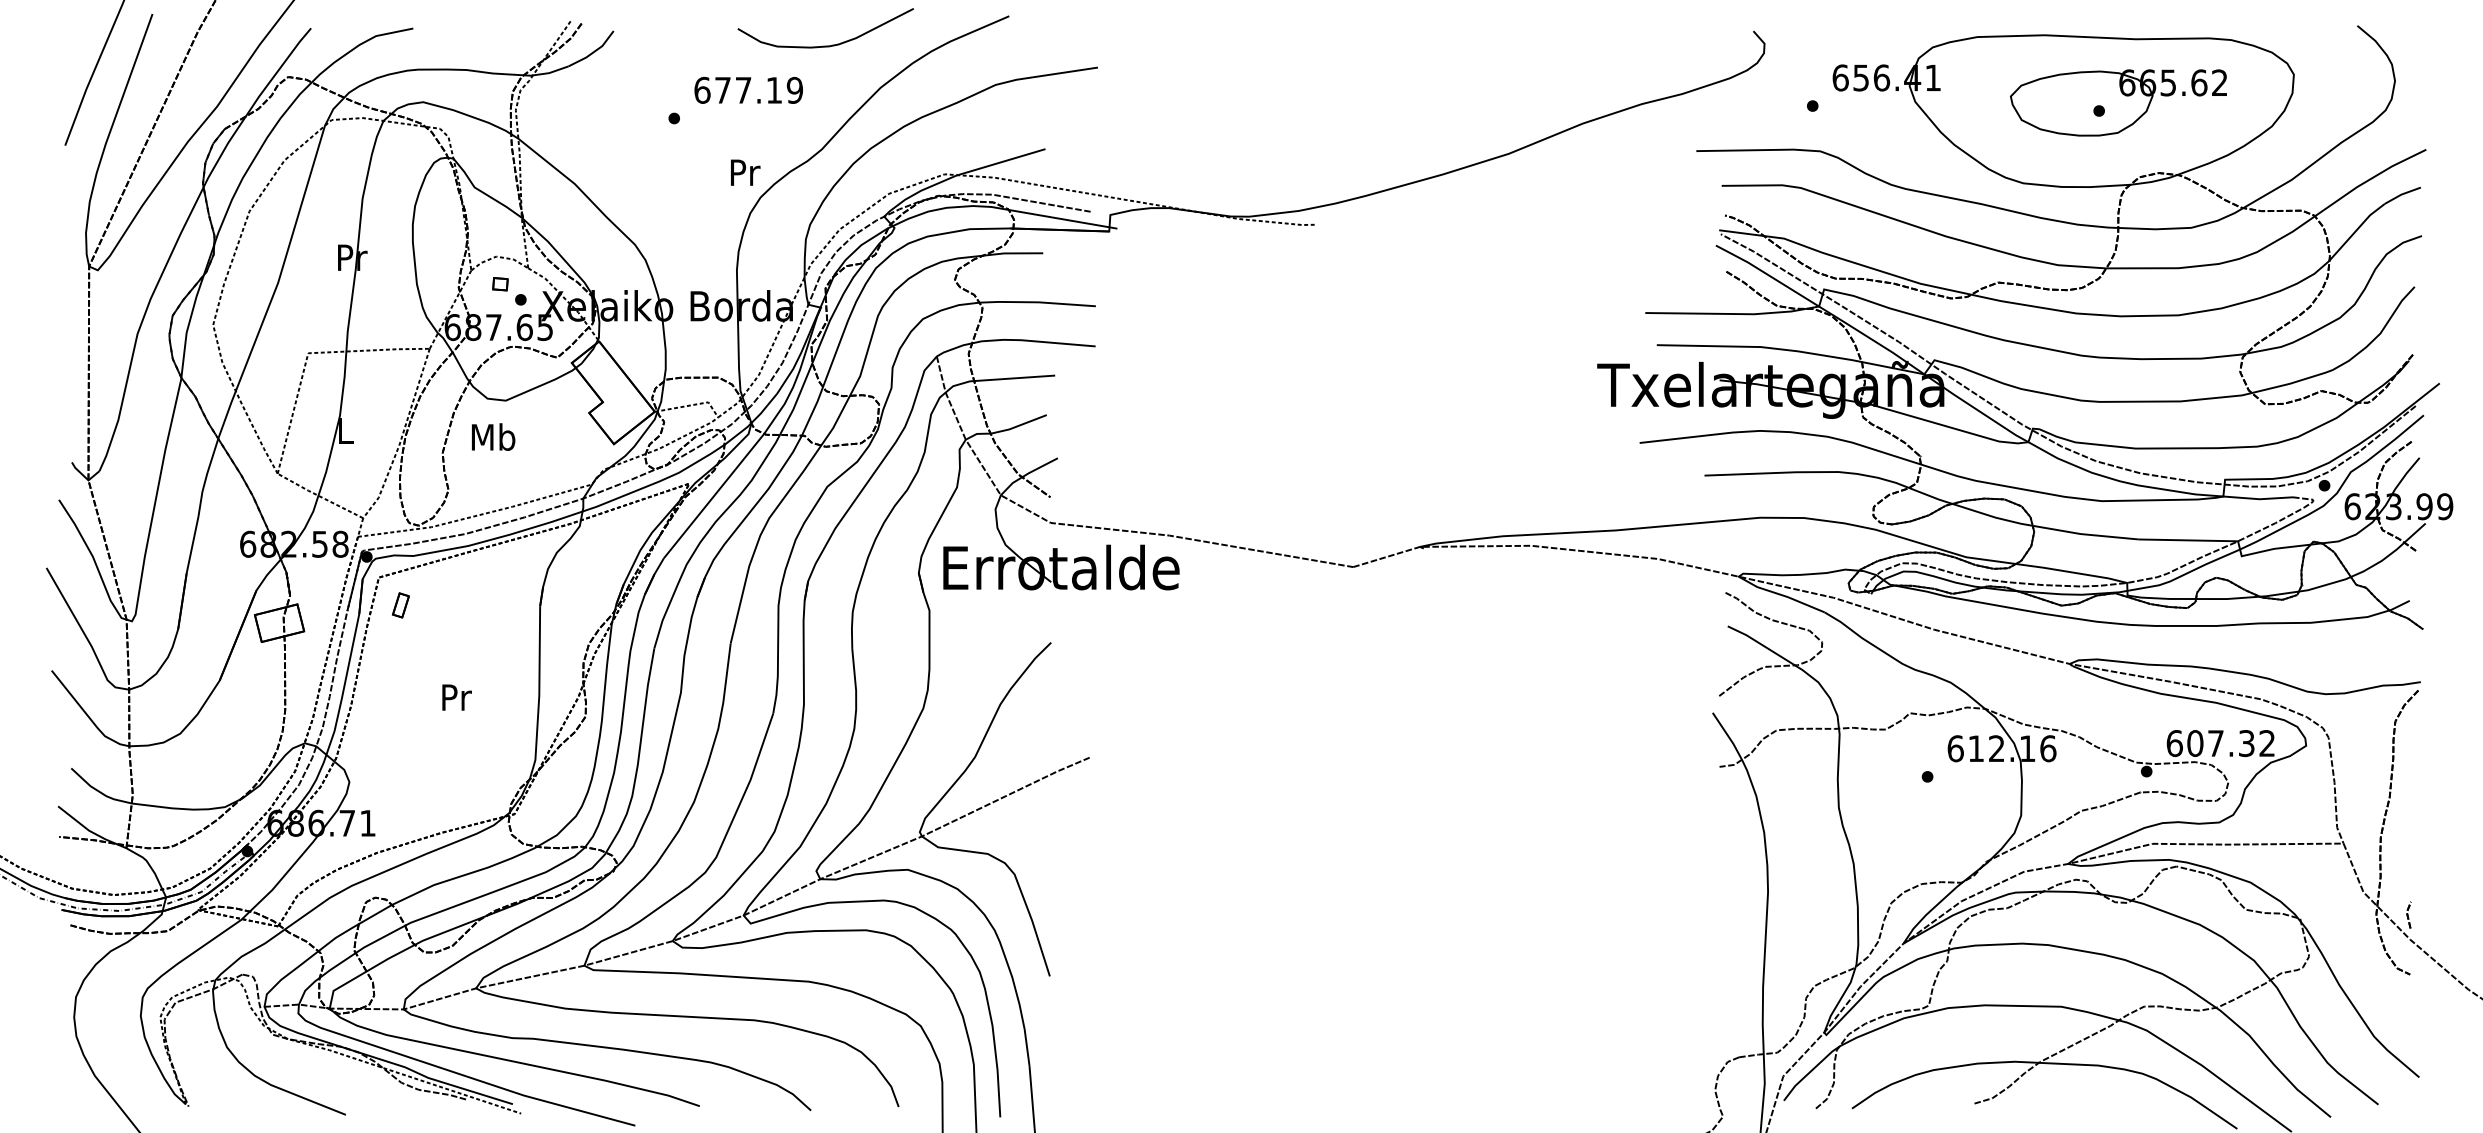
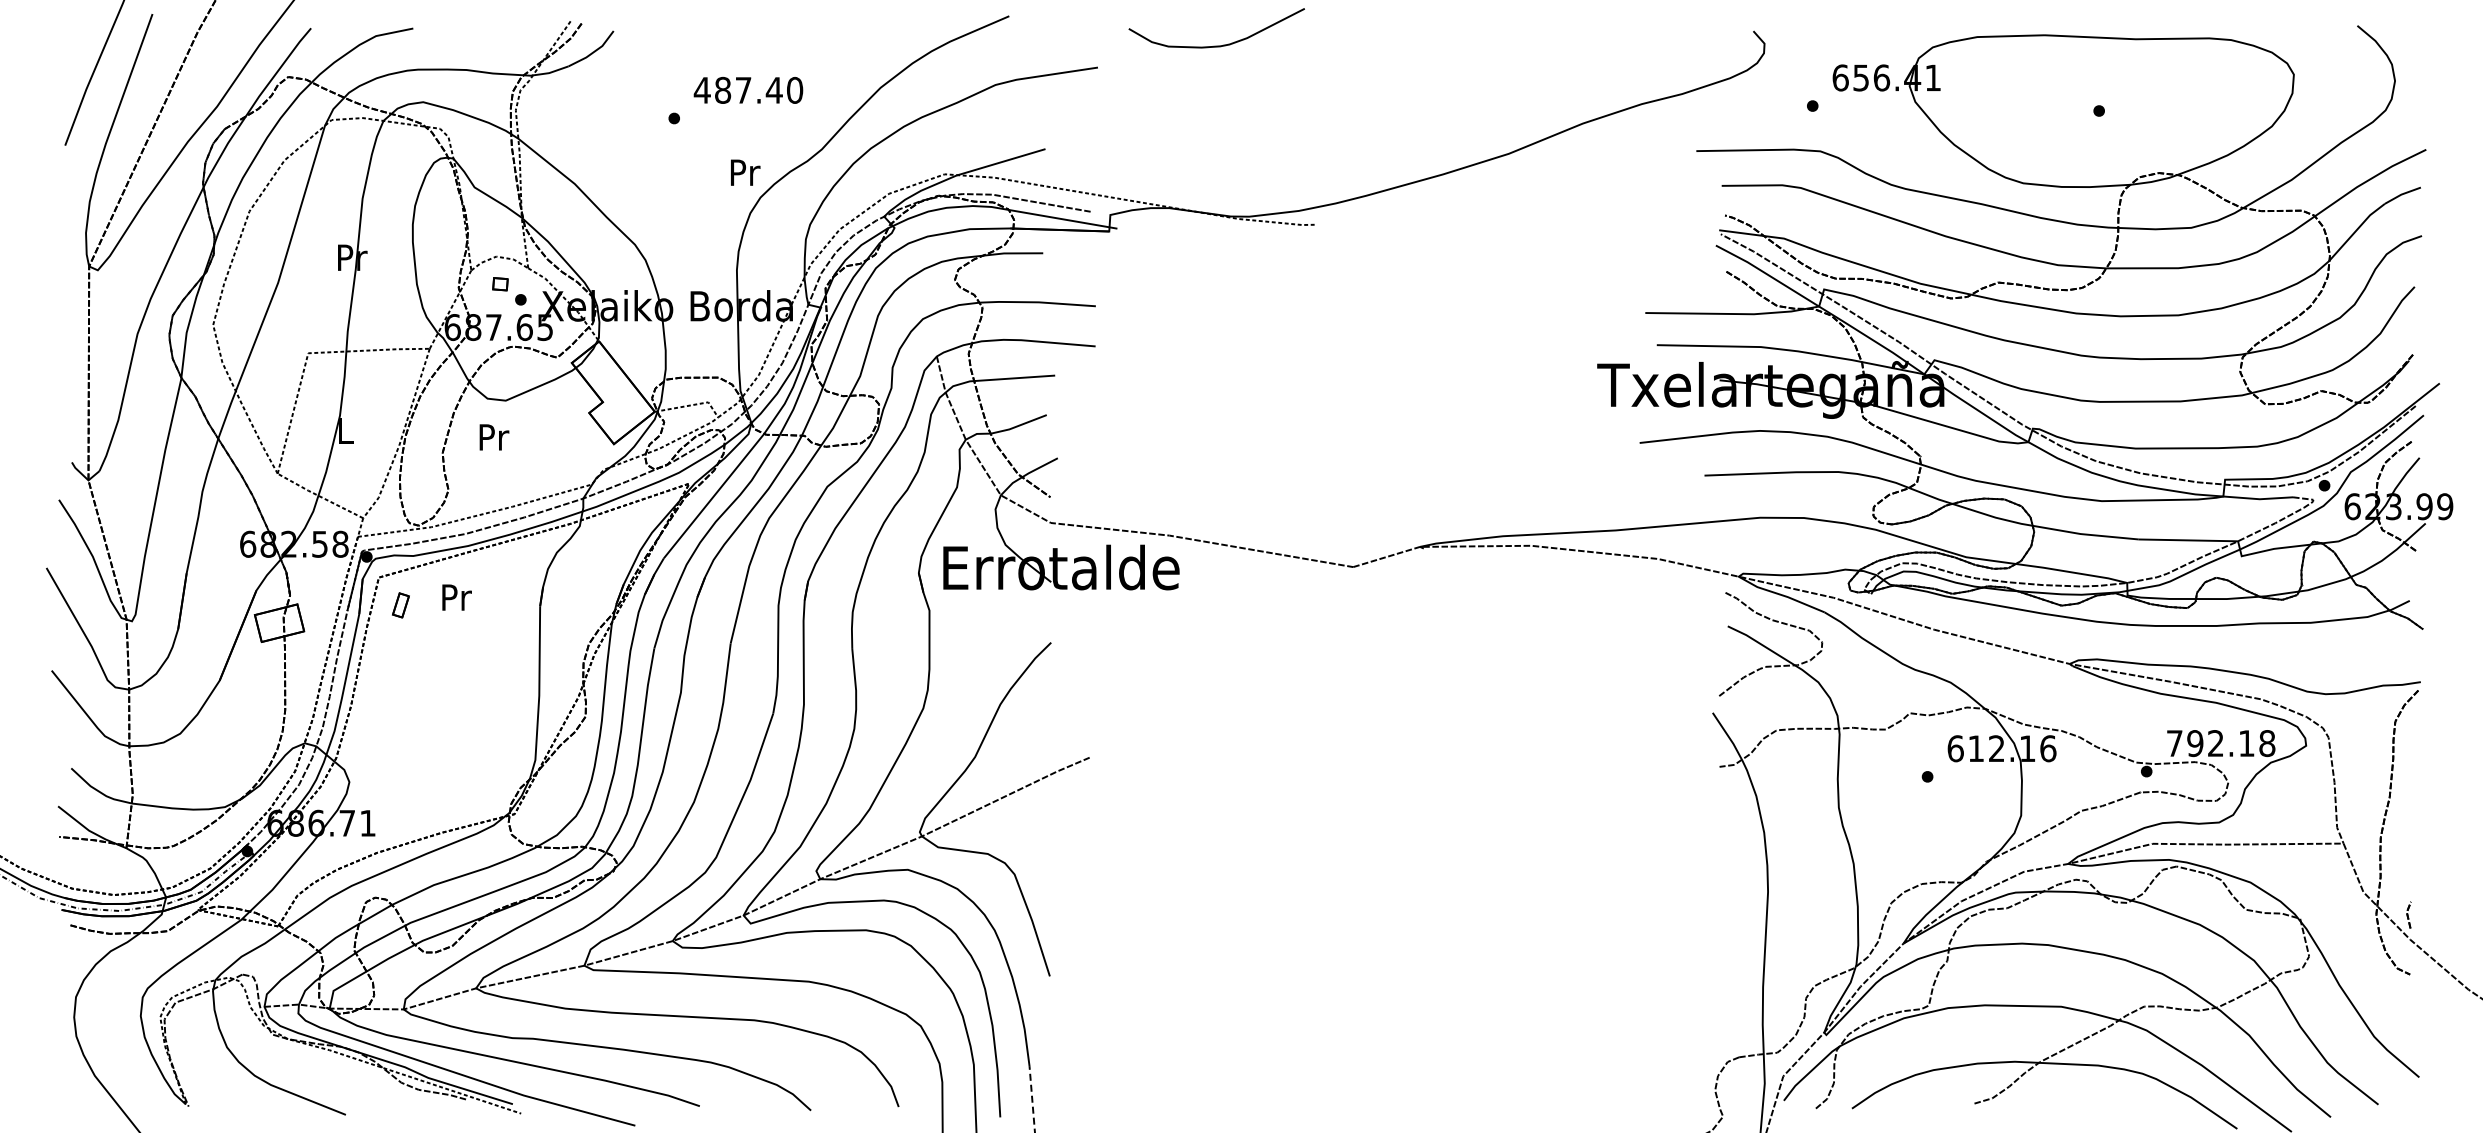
curve at (825, 45) position: (825, 45) -> (1216, 45)
text at (748, 89): 677.19 -> 487.40
part at (2117, 102): present -> none
text at (493, 436): Mb -> Pr
text at (456, 697) position: (456, 697) -> (456, 597)
text at (2220, 743): 607.32 -> 792.18
line at (1032, 1098): solid -> dashed
